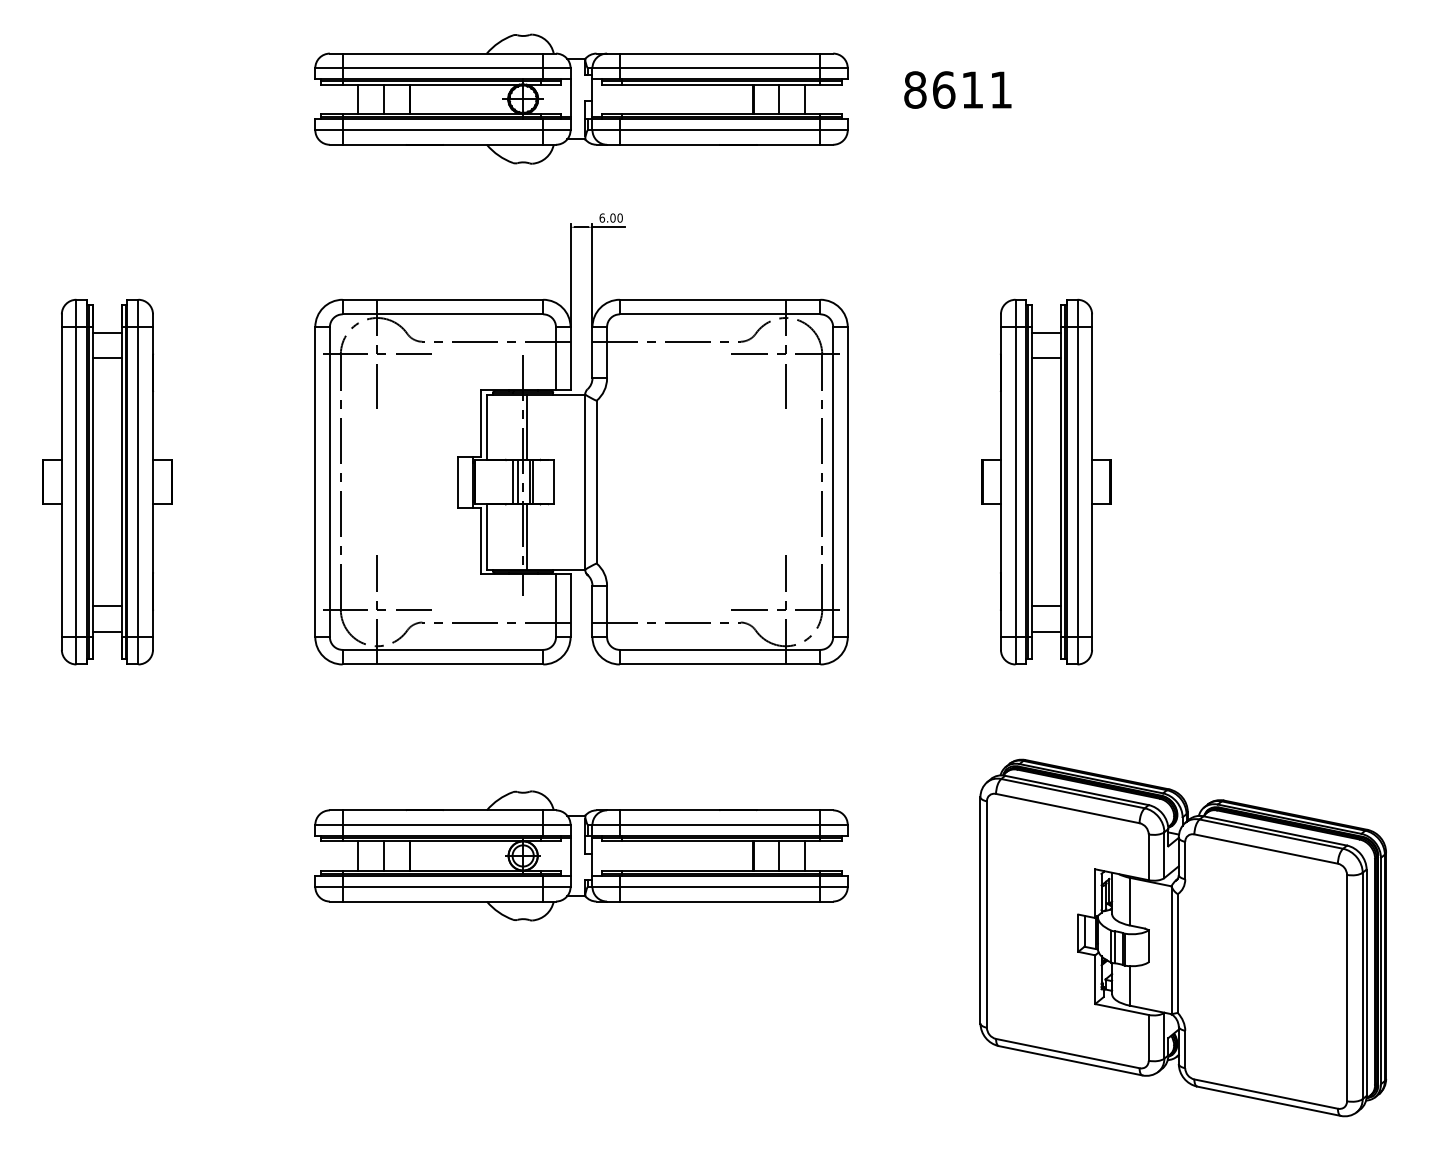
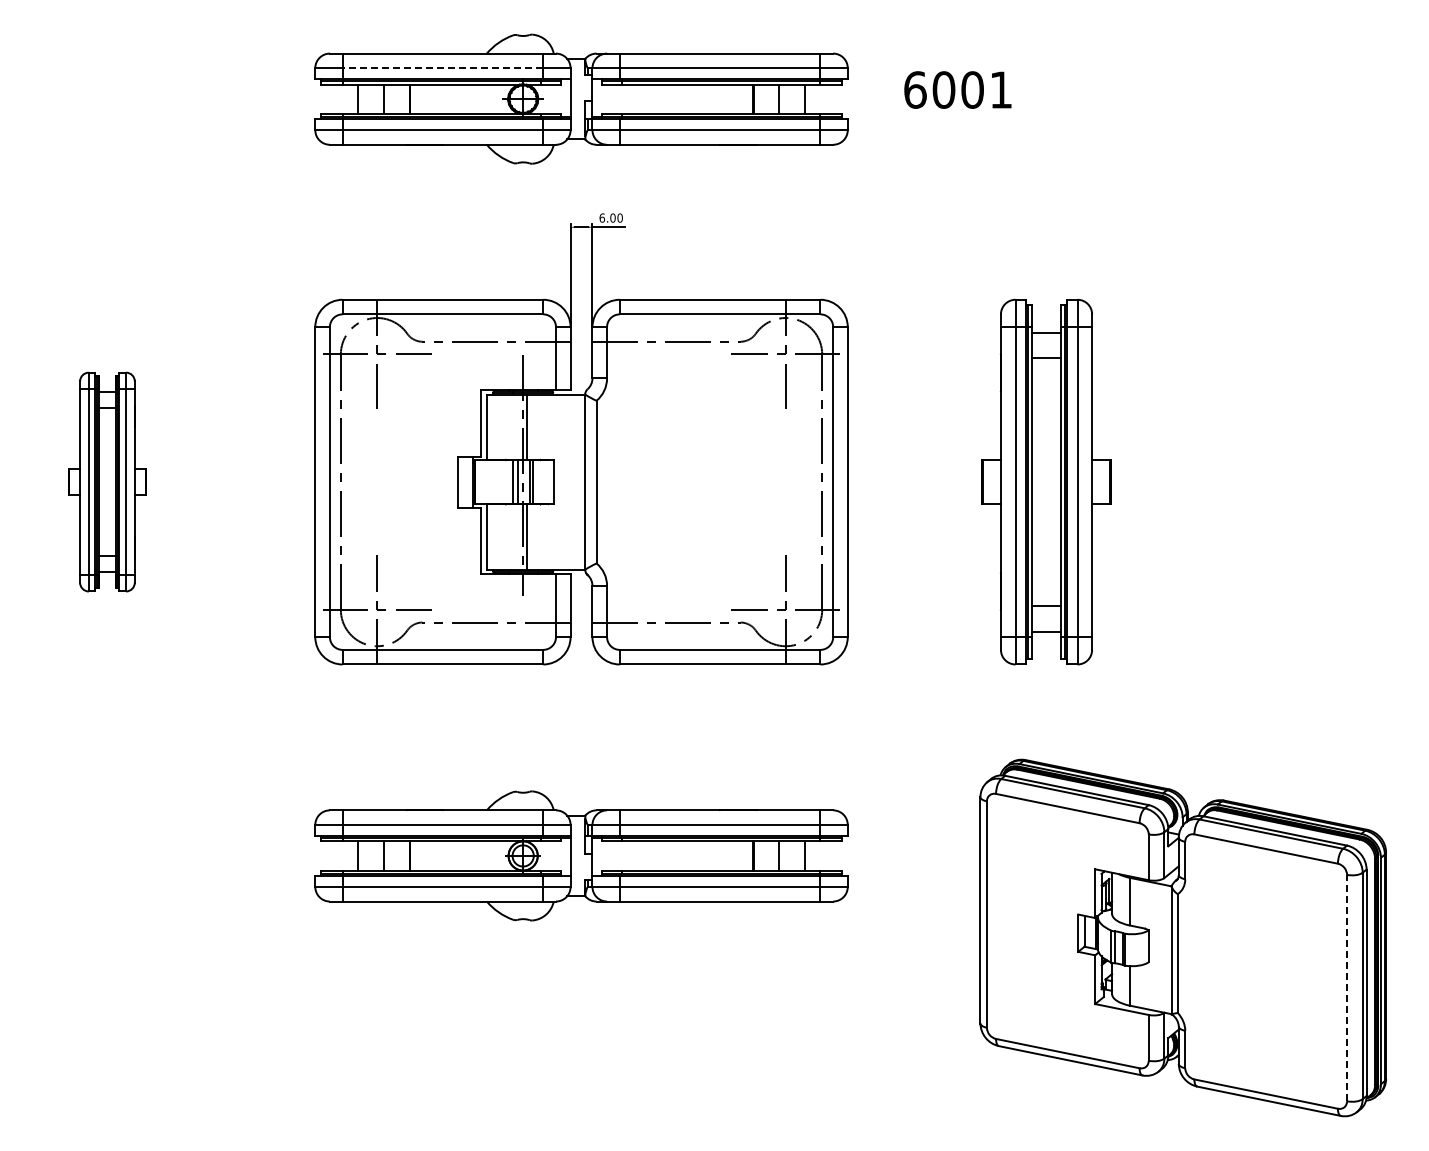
line at (442, 68): solid -> dashed
text at (943, 89): 8611 -> 6001
part at (107, 481) size: 131x368 px -> 79x222 px
line at (1347, 987): solid -> dashed
